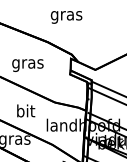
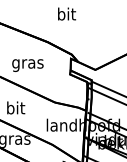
text at (66, 15): gras -> bit
text at (26, 110) position: (26, 110) -> (16, 107)
